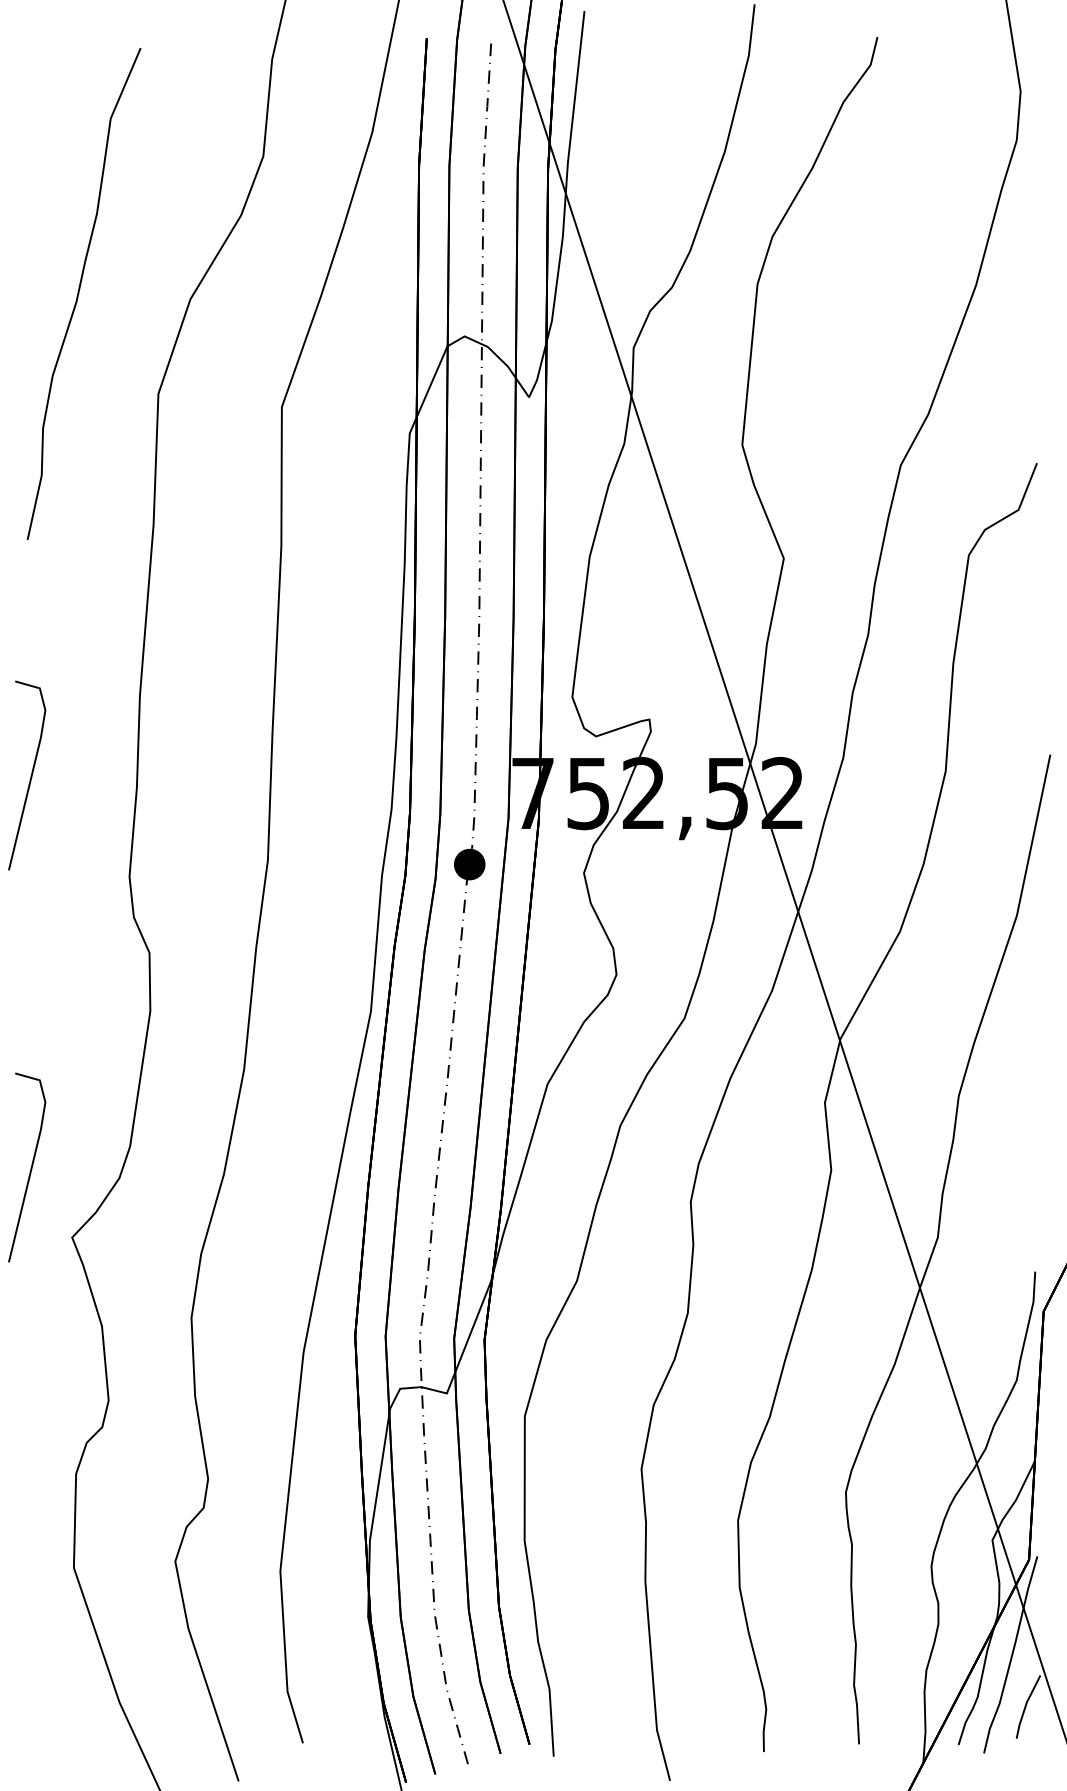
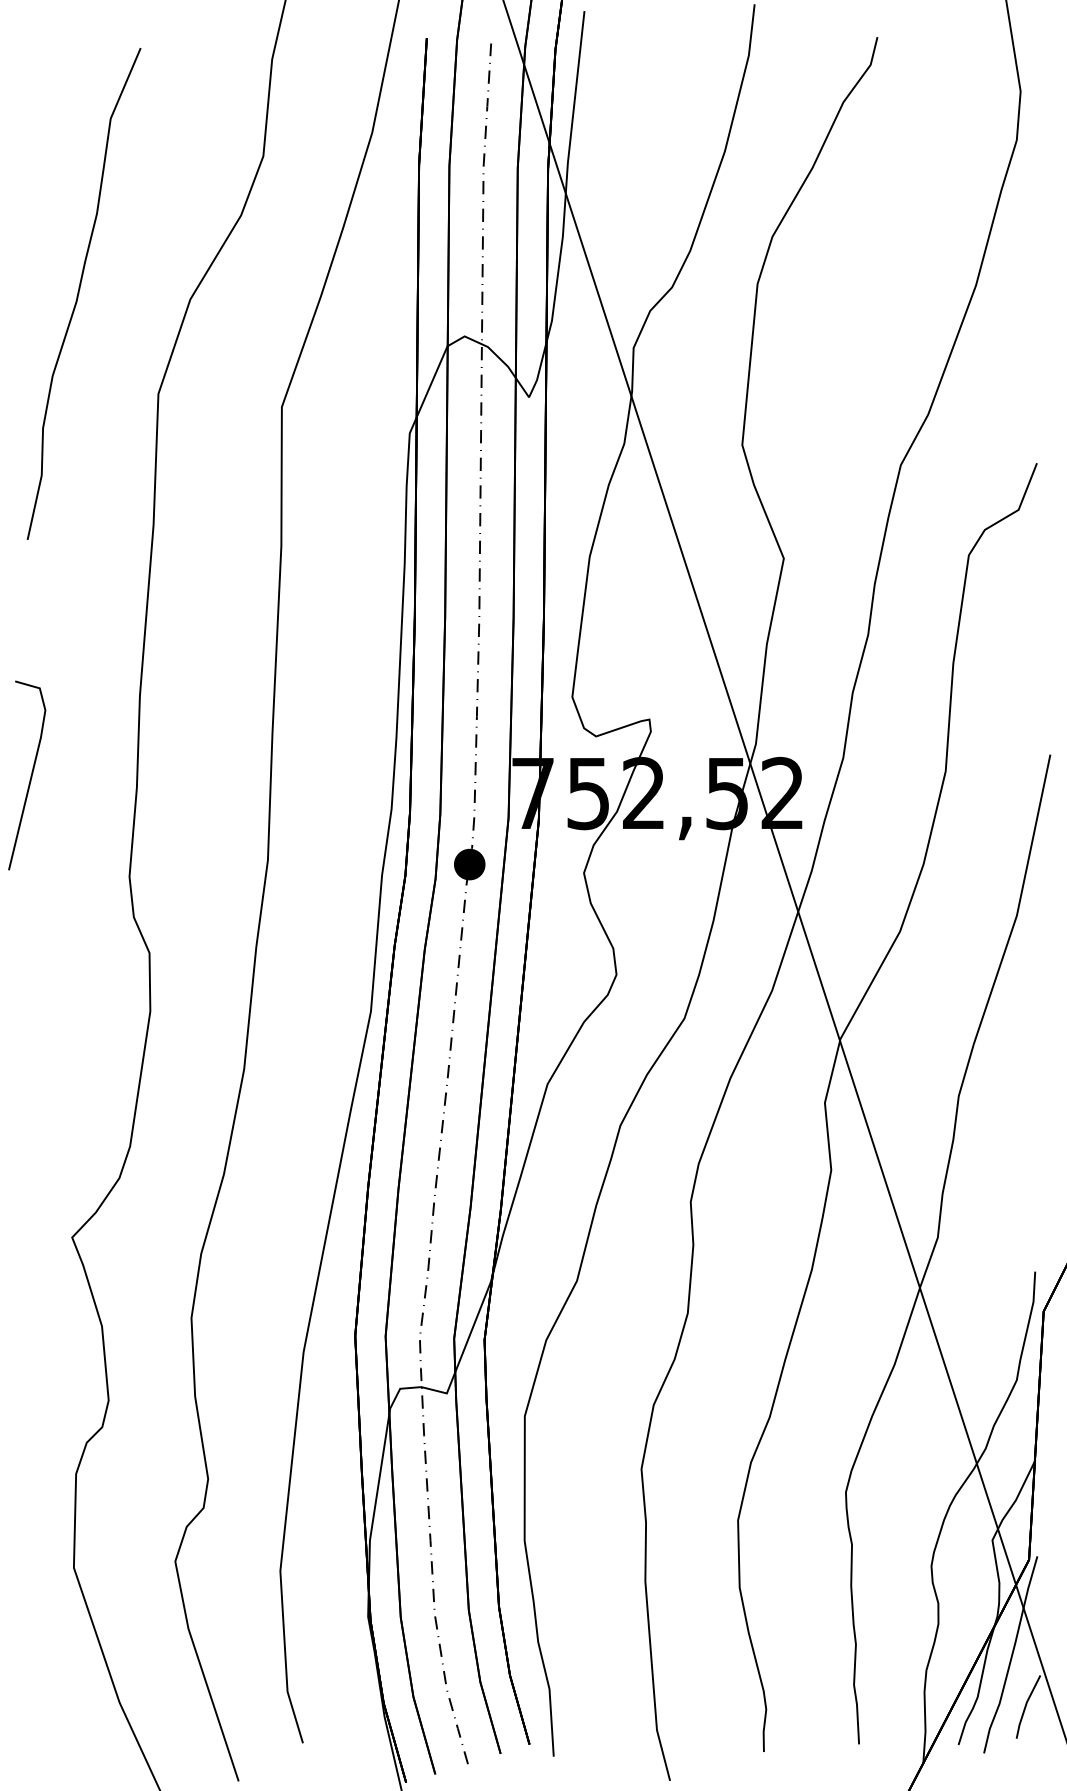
line at (30, 1167): present -> none
